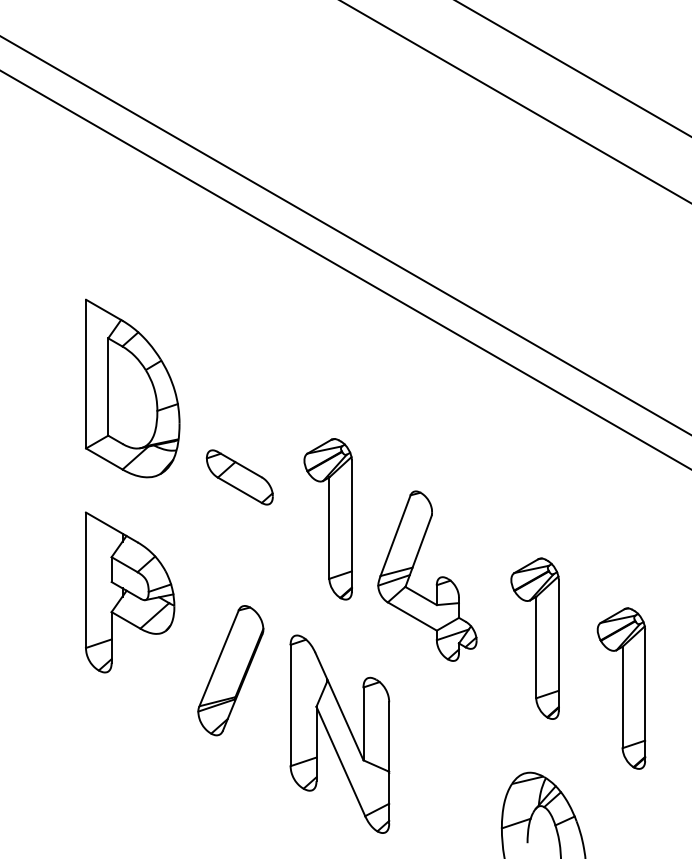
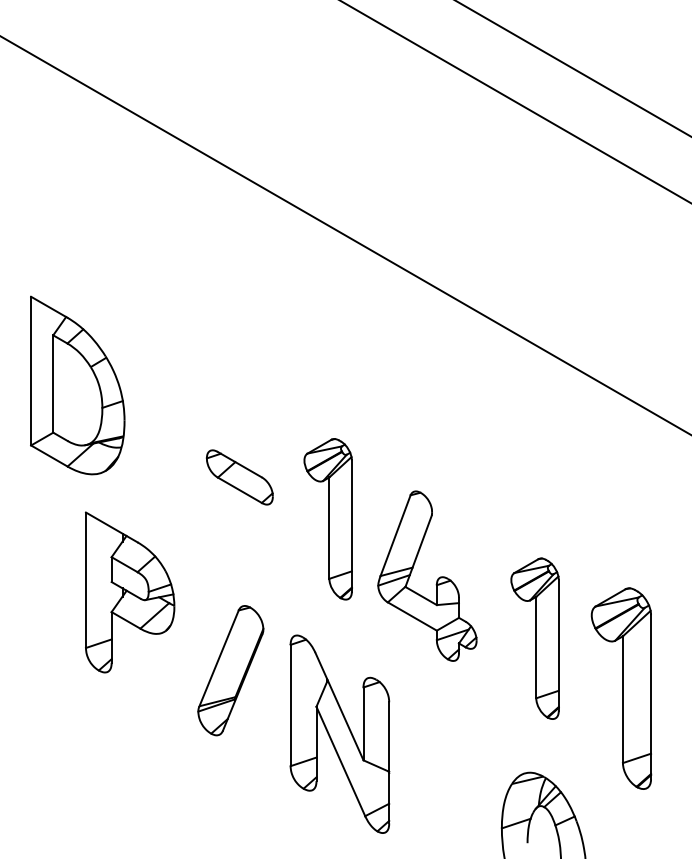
line at (345, 269): present -> none
part at (132, 388) position: (132, 388) -> (77, 385)
part at (621, 688) size: 51x163 px -> 63x203 px
